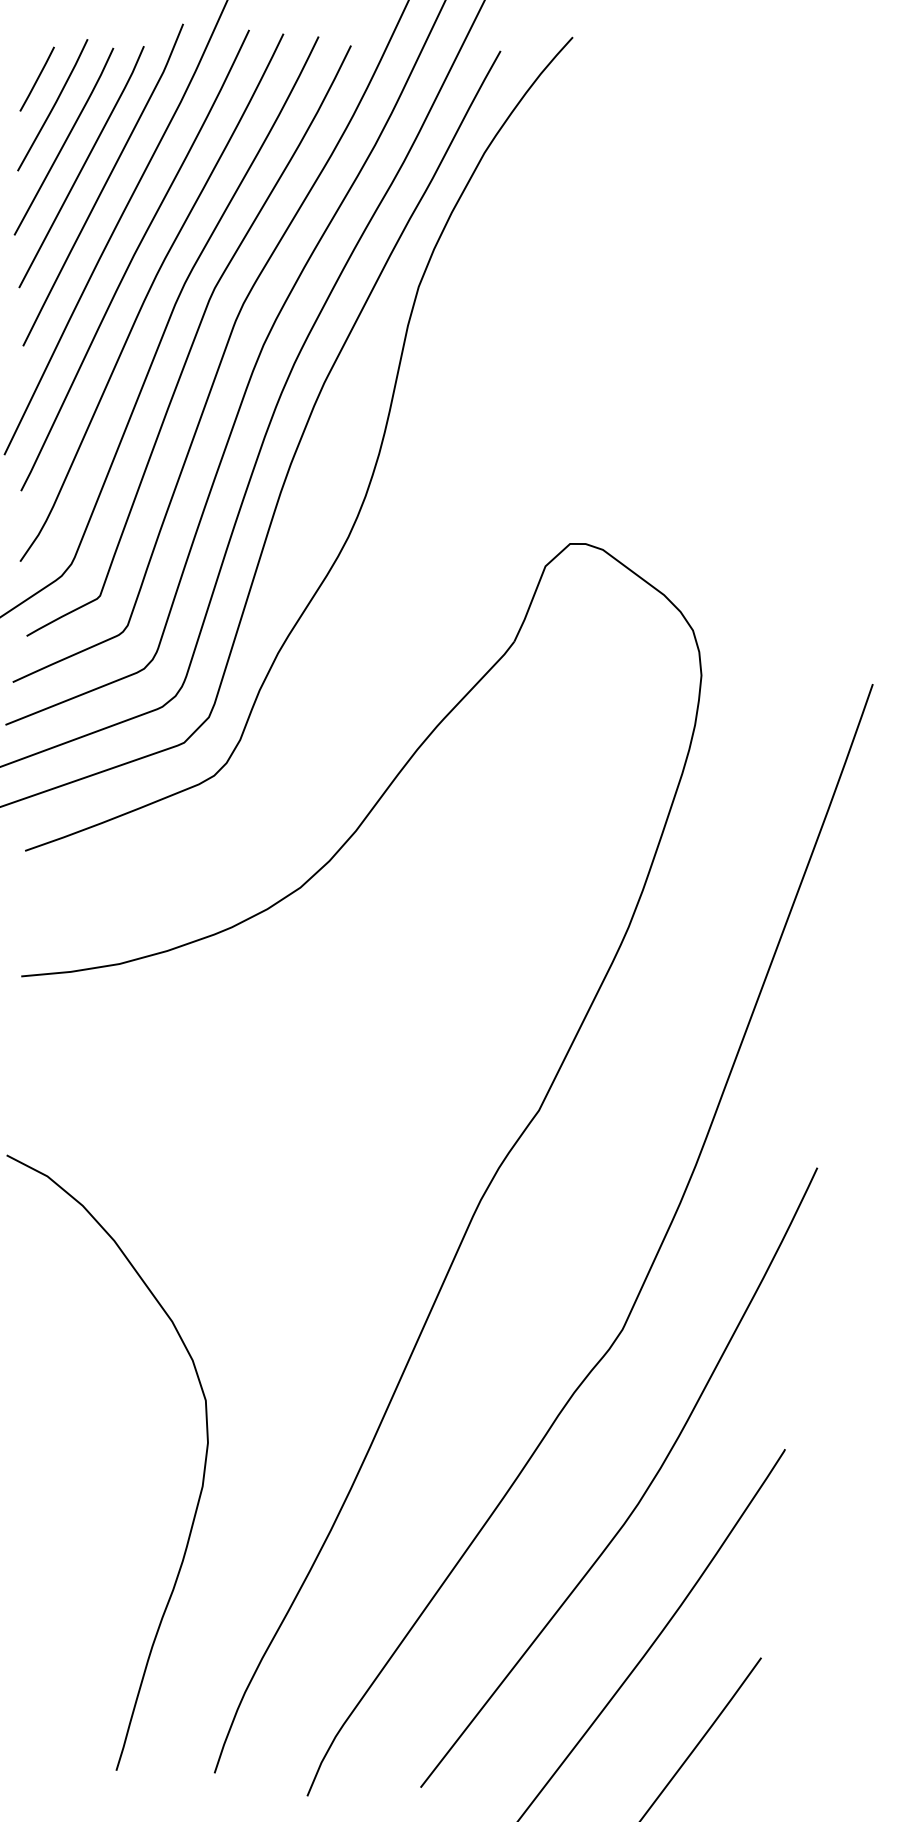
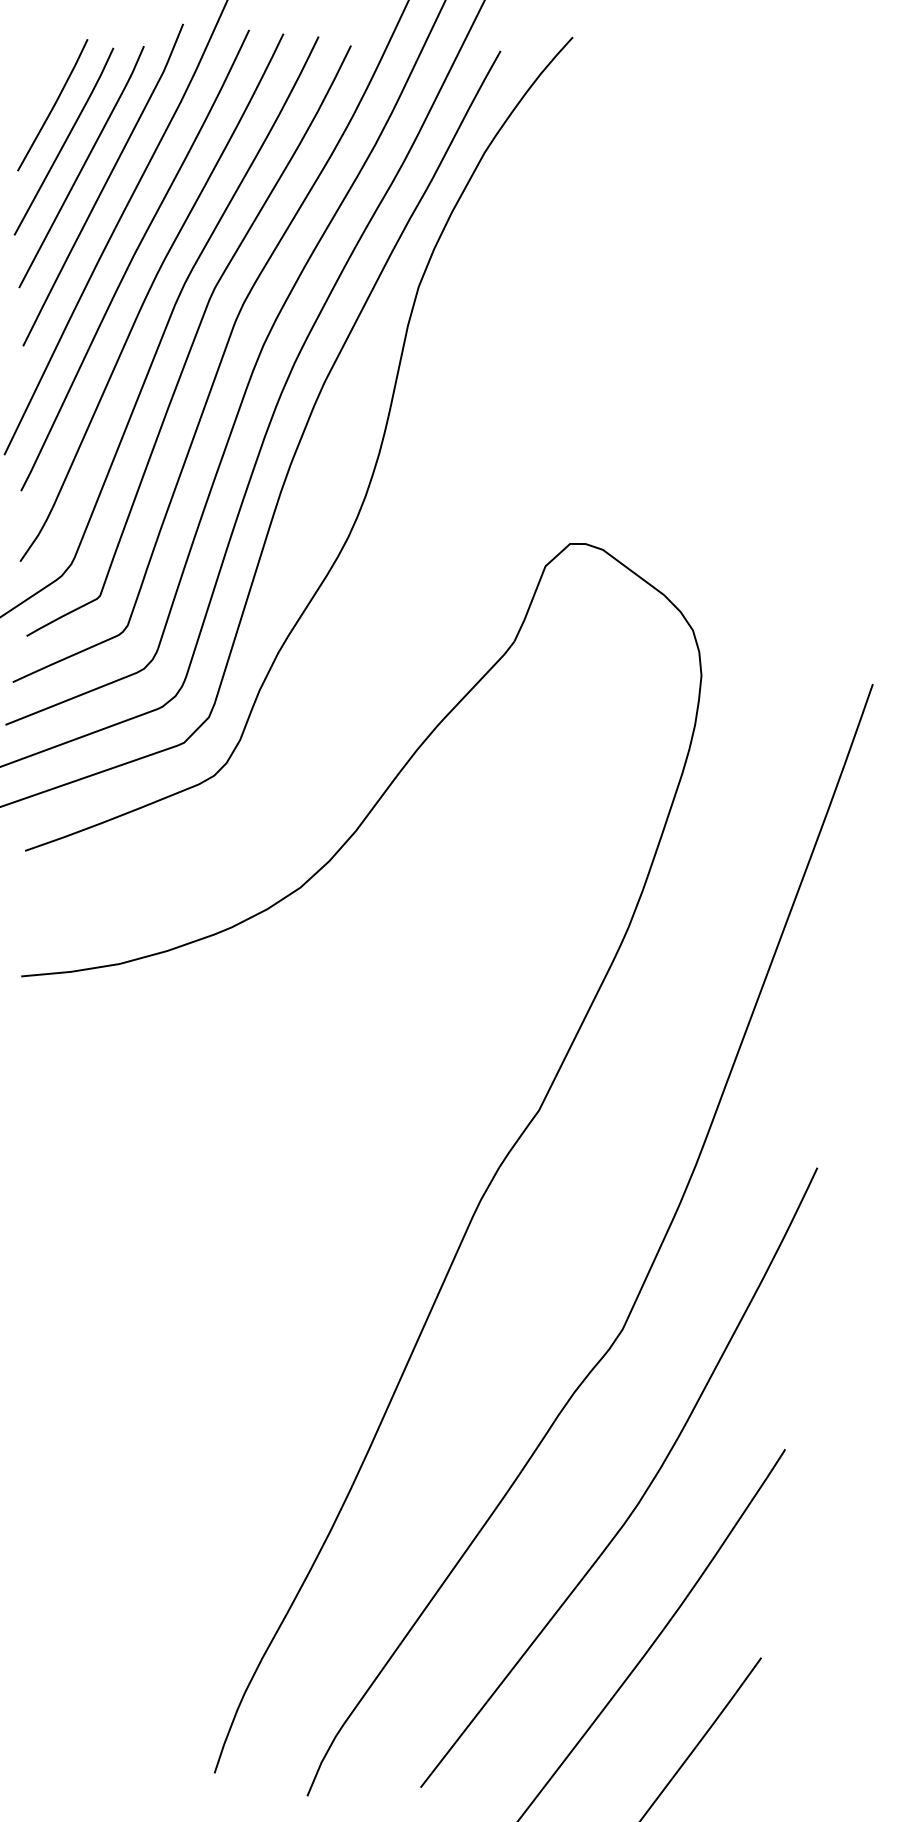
line at (36, 78): present -> none
curve at (202, 1477): present -> none
